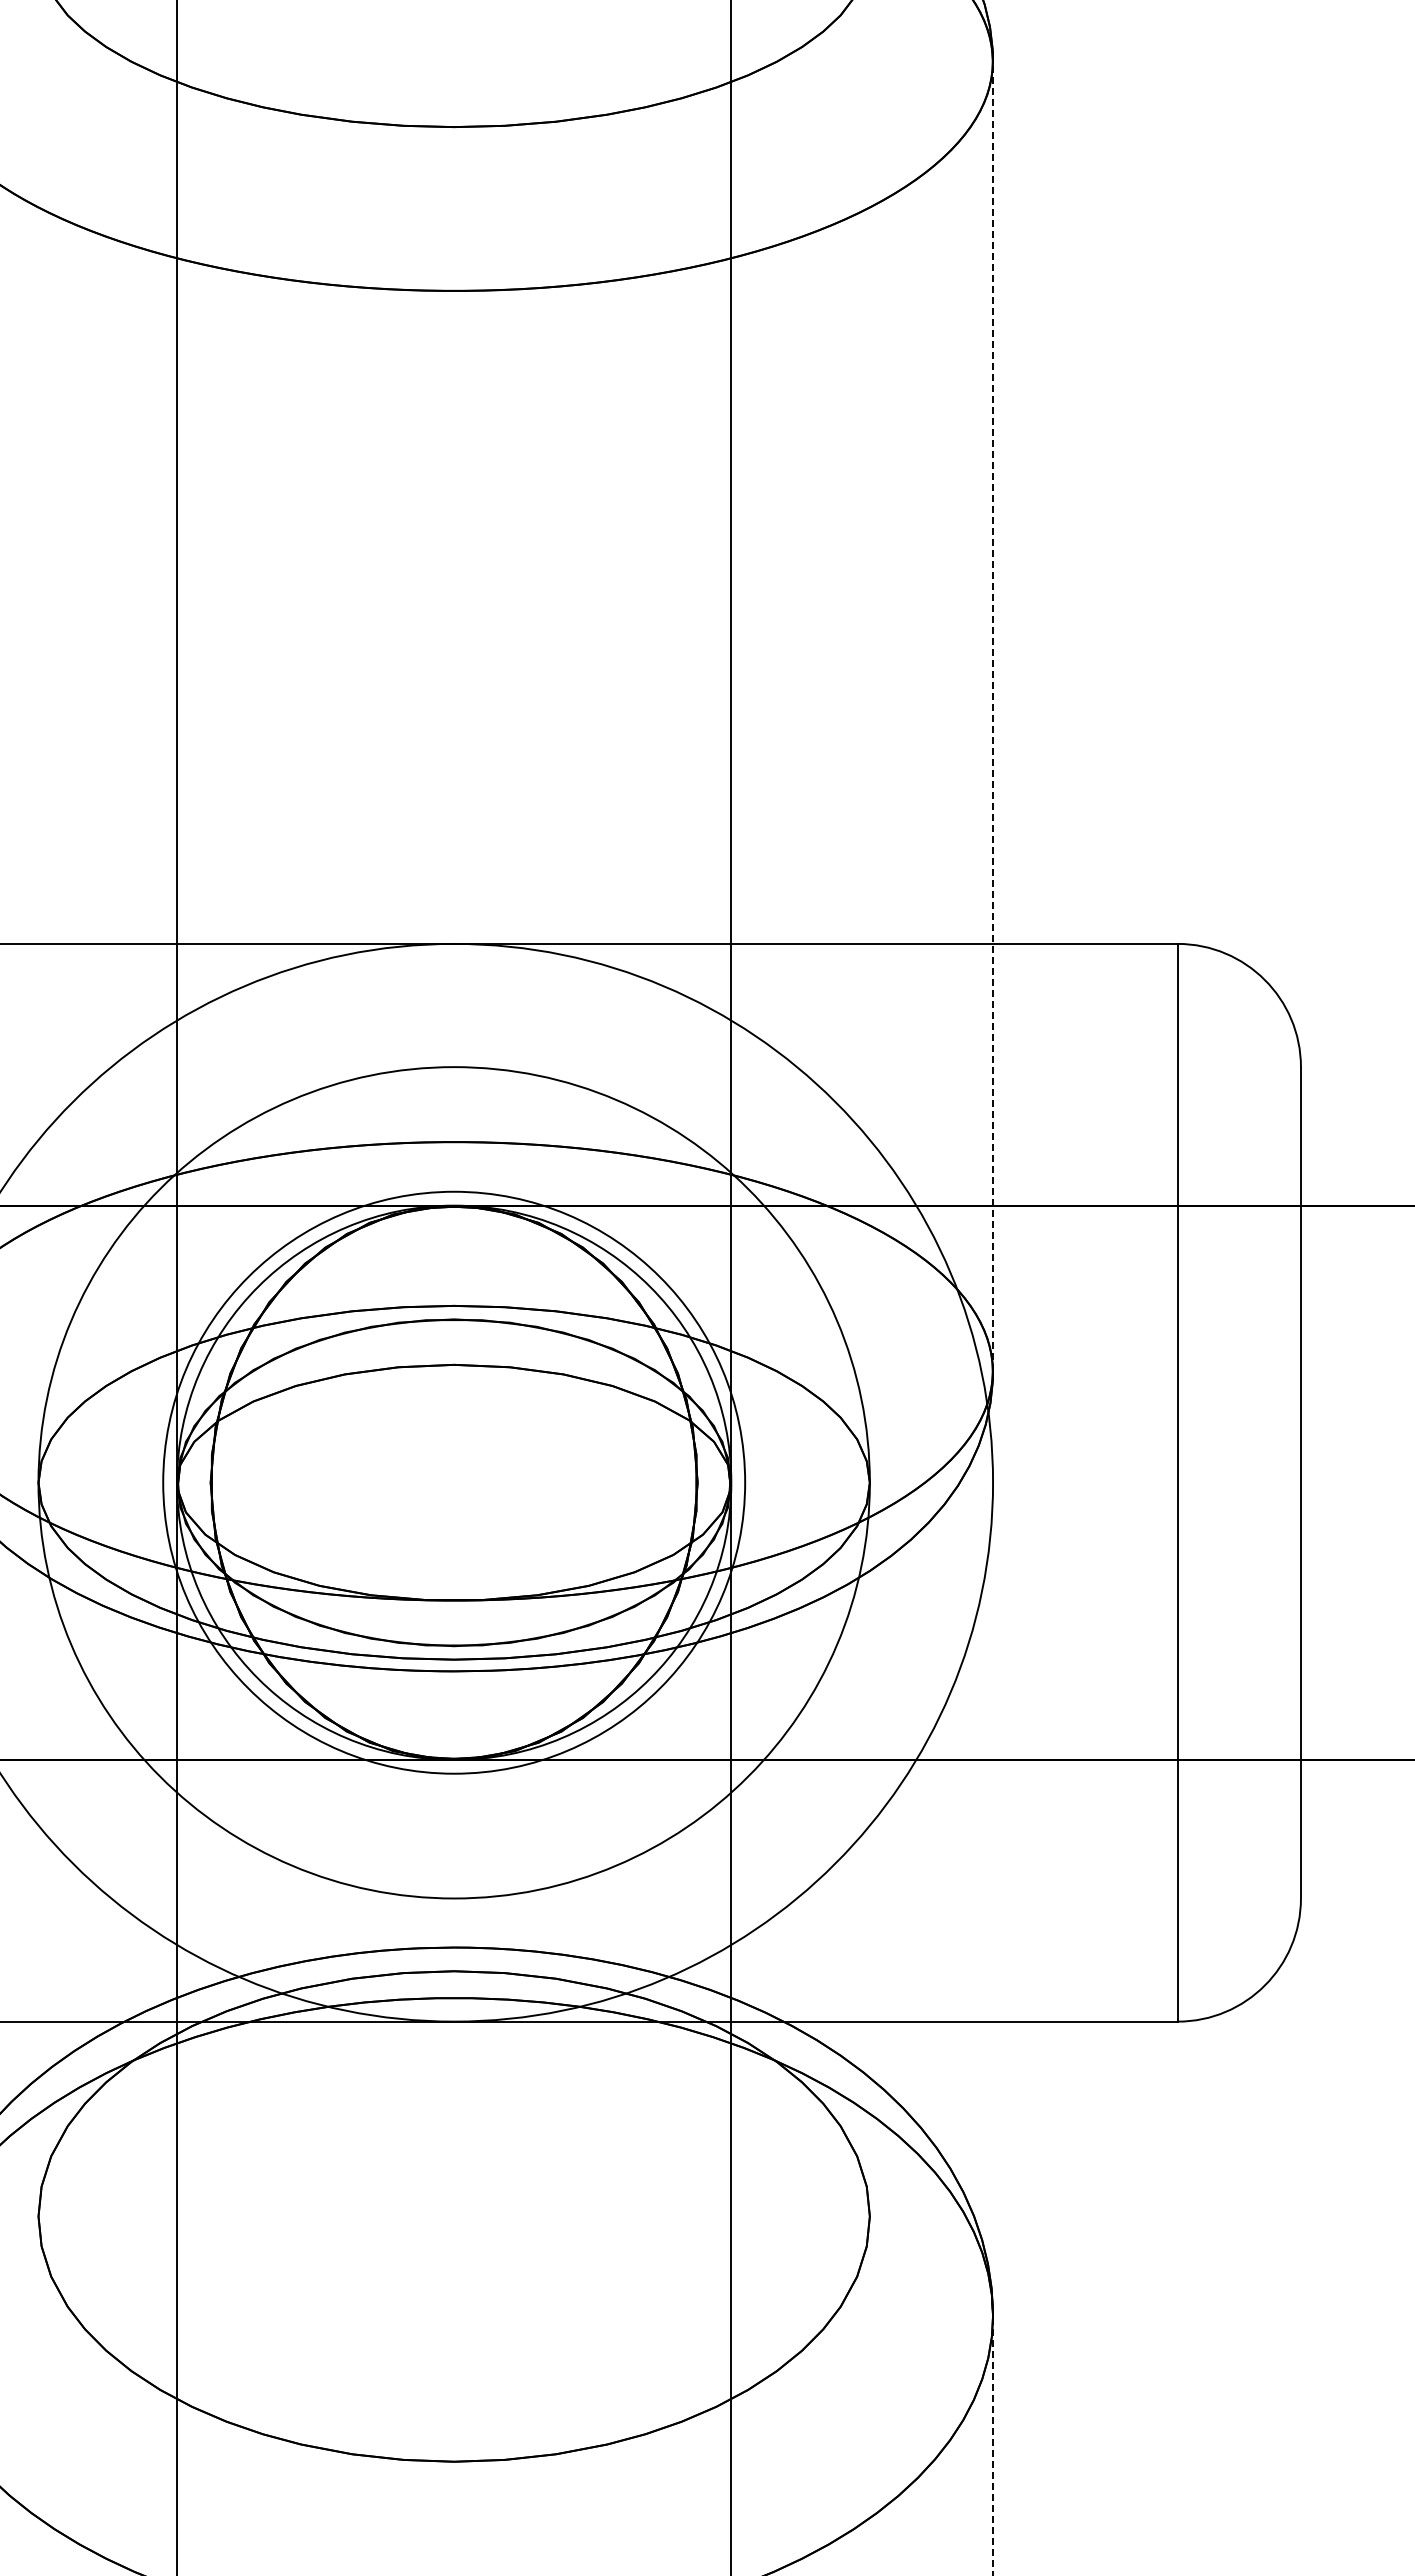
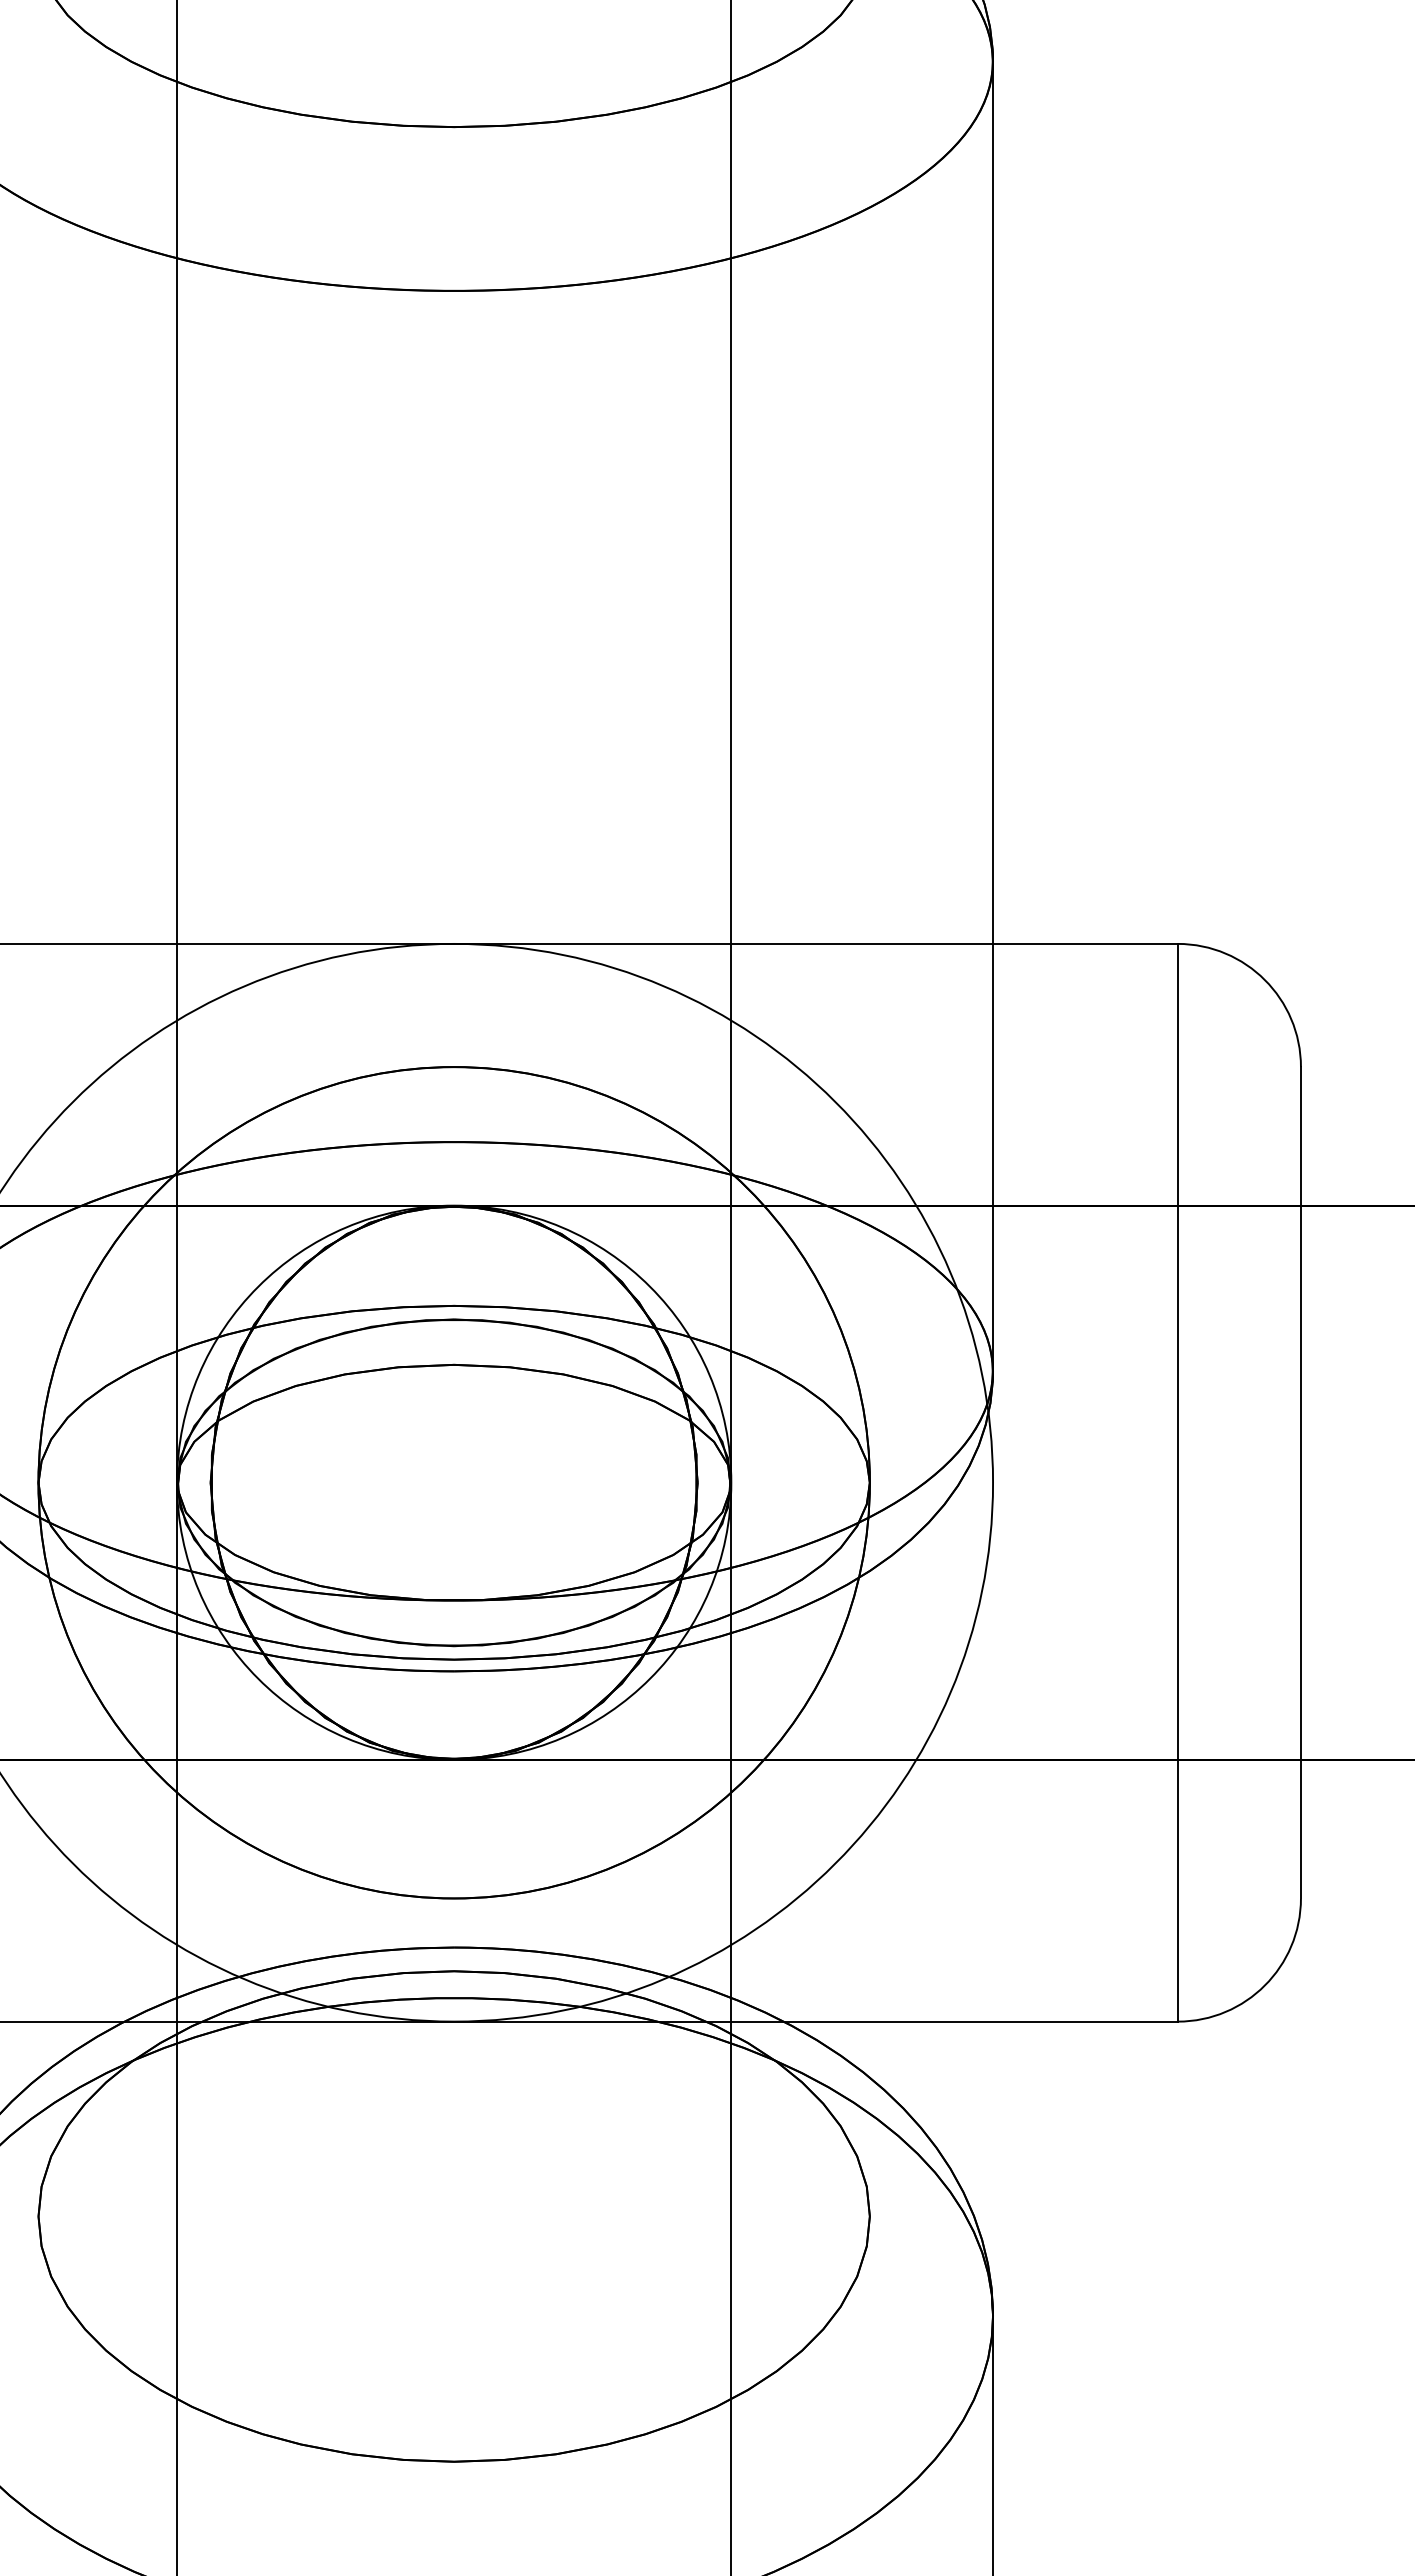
line at (993, 716): dashed -> solid
circle at (454, 1482) diameter: 582 px -> 831 px
line at (993, 2445): dashed -> solid
